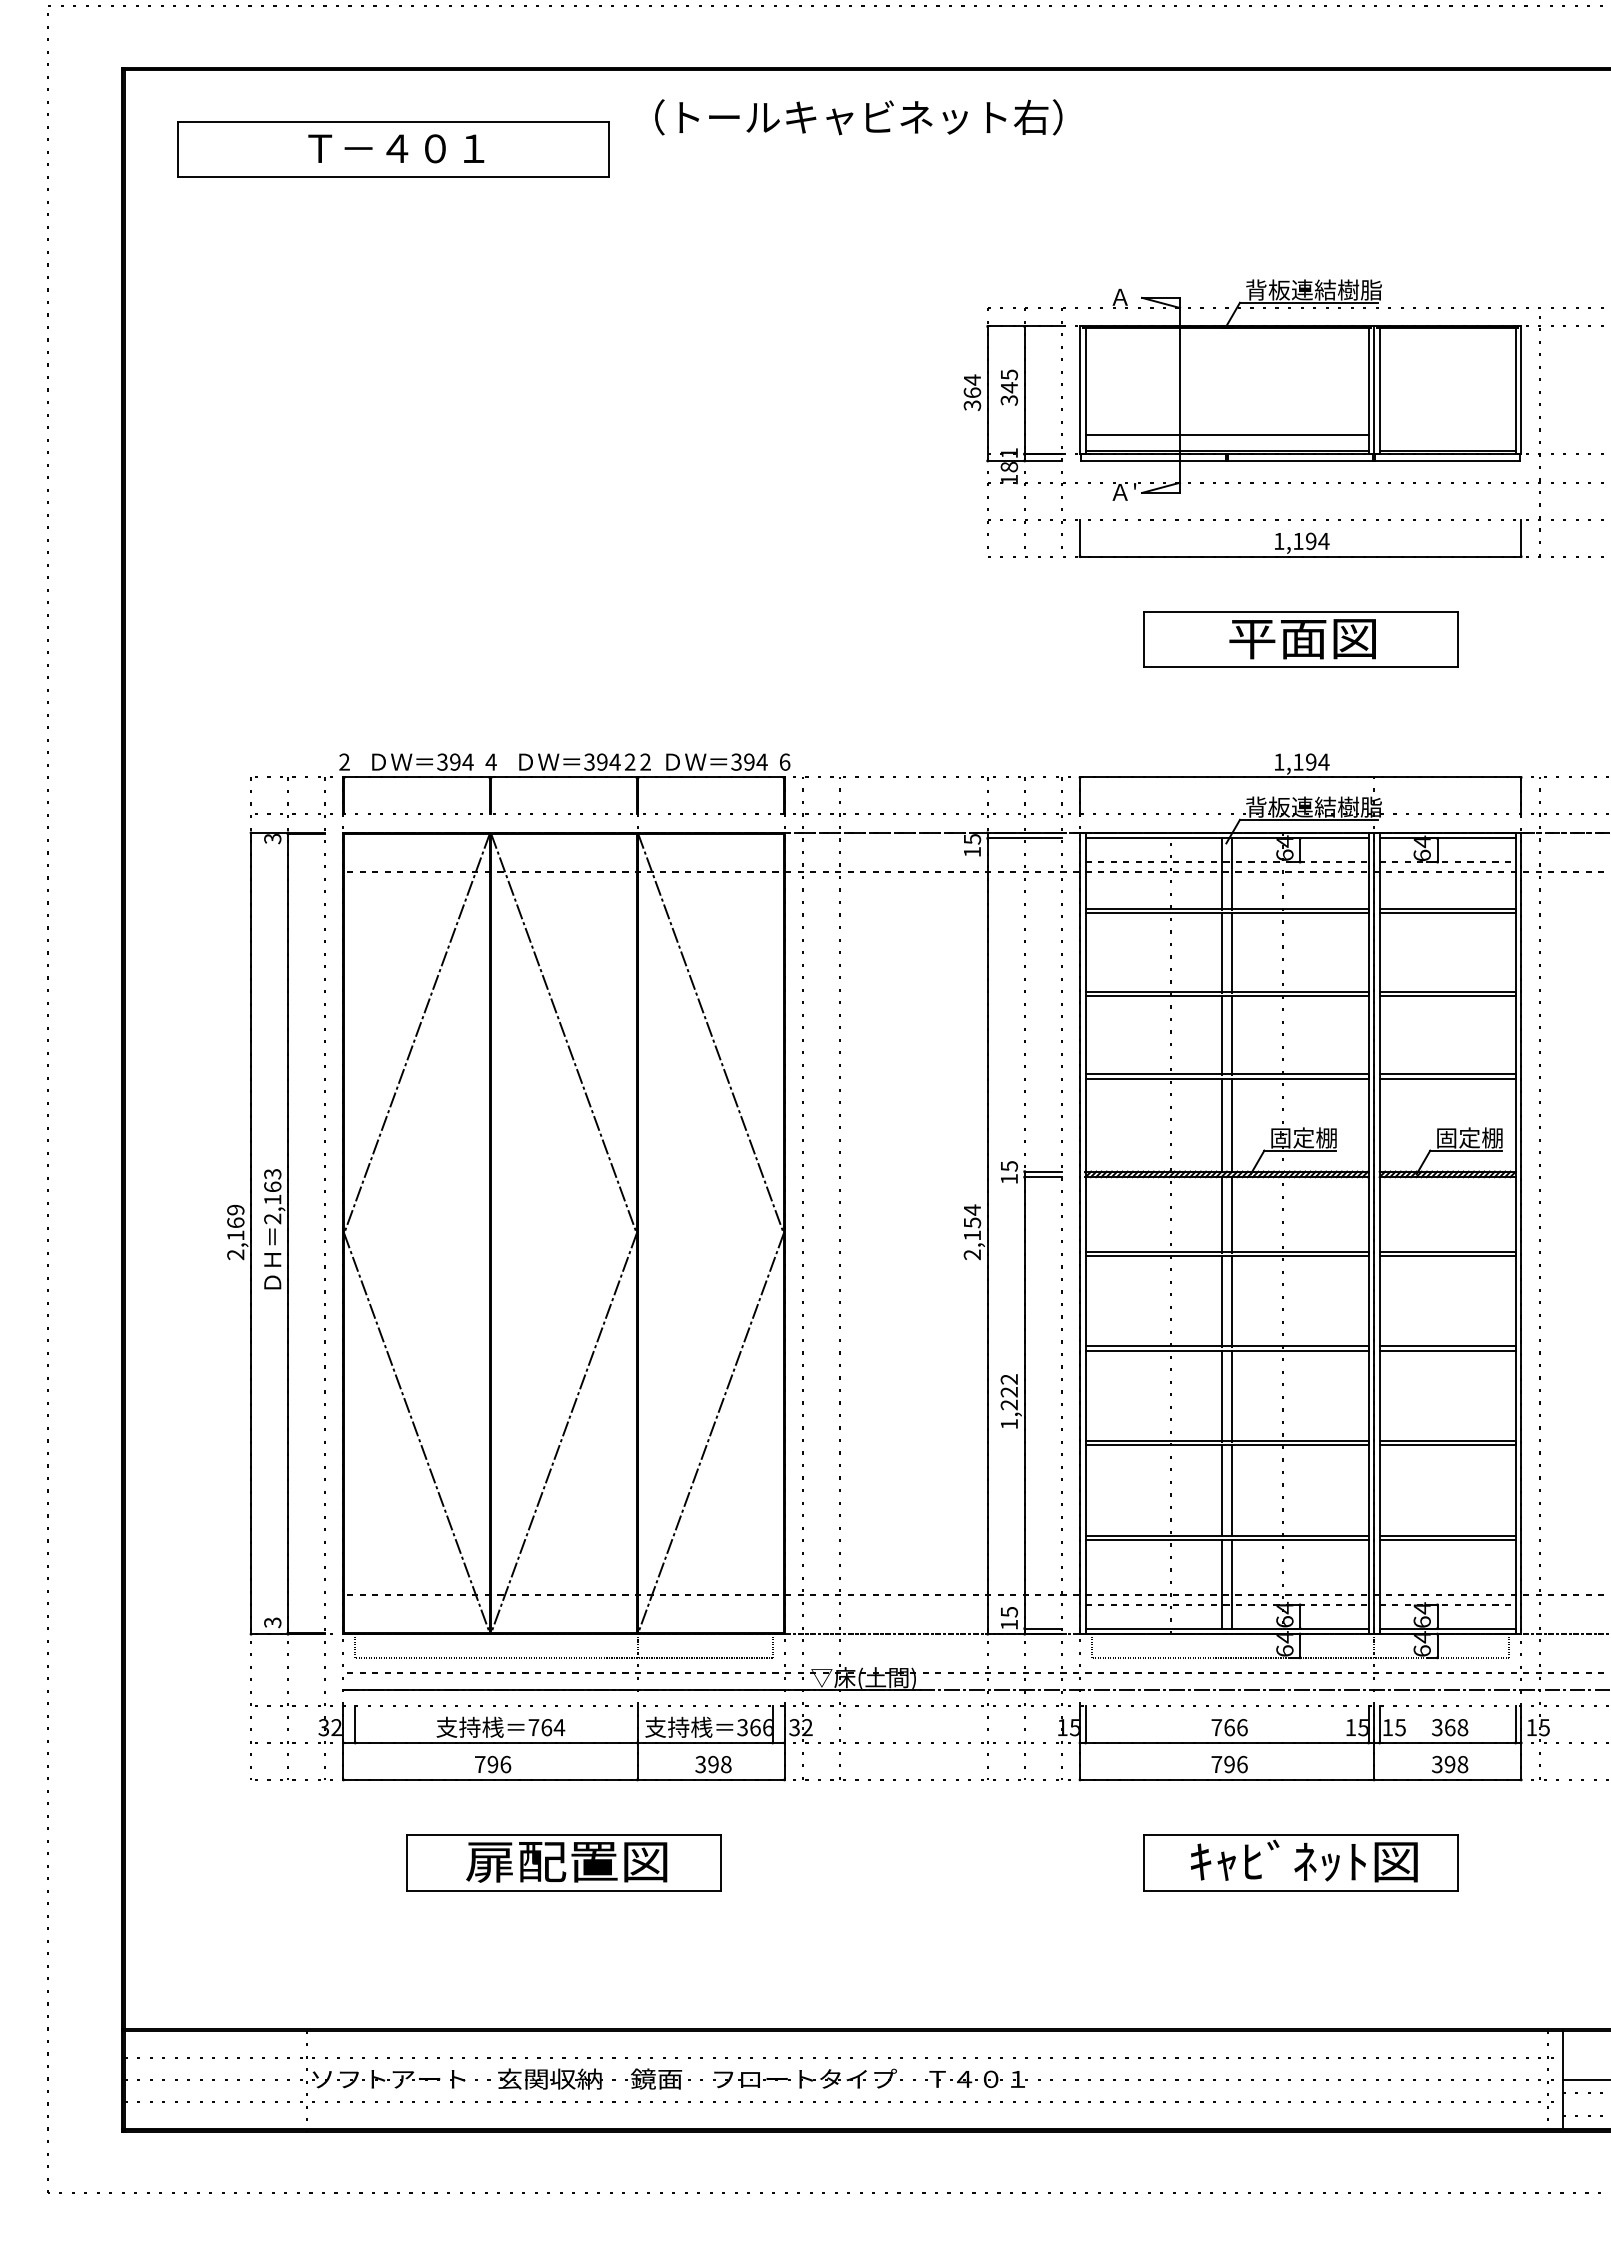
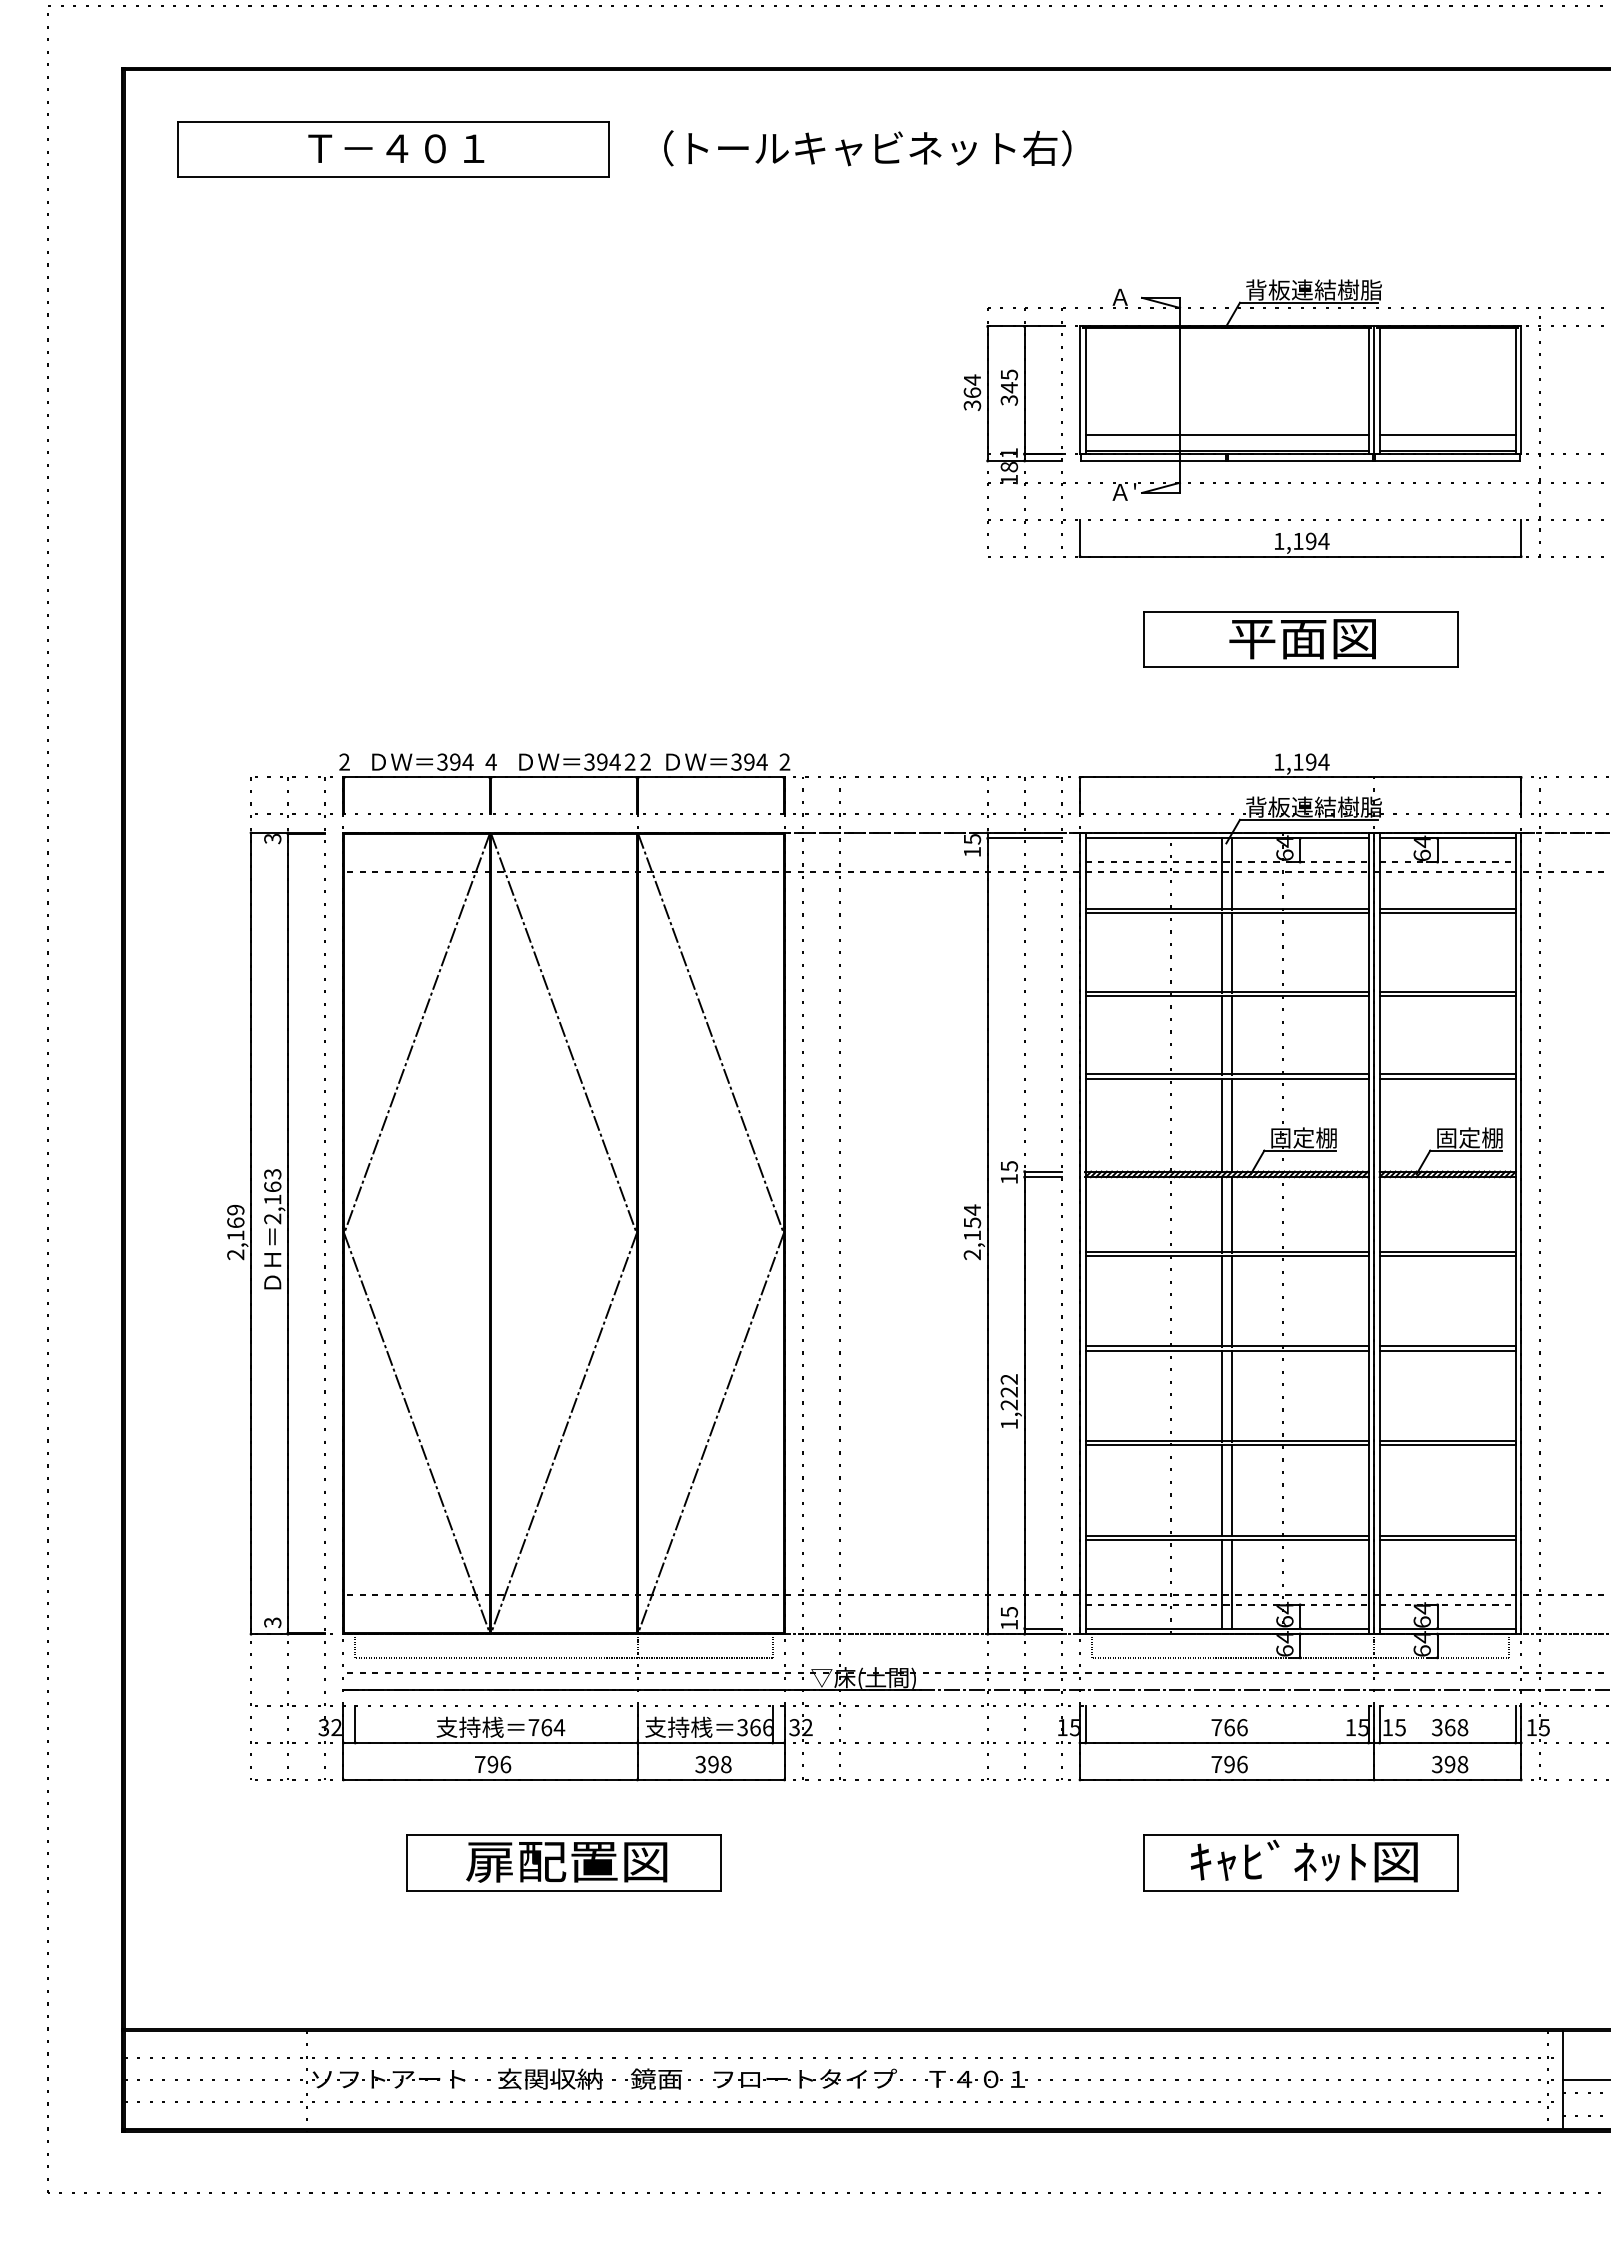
text at (858, 117) position: (858, 117) -> (867, 148)
line at (1447, 434): none -> present
text at (784, 761): 6 -> 2
